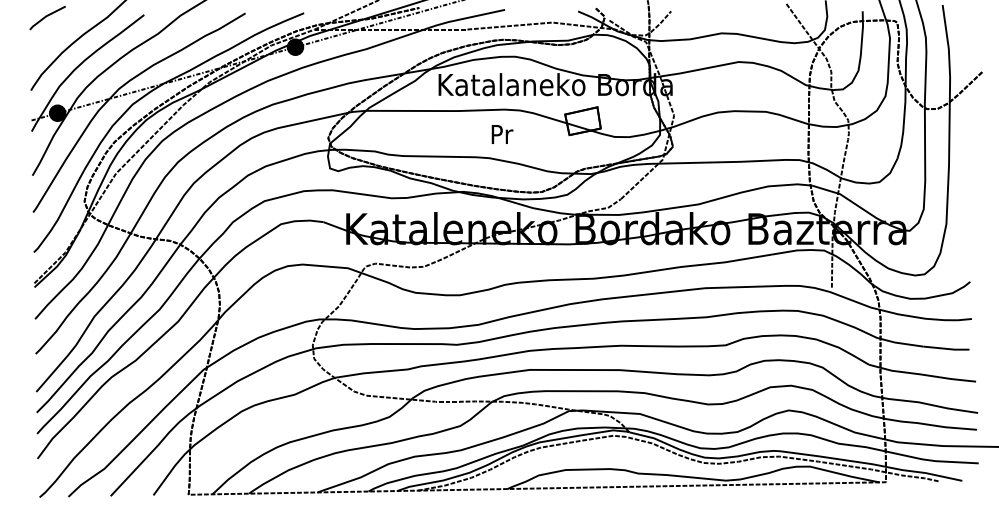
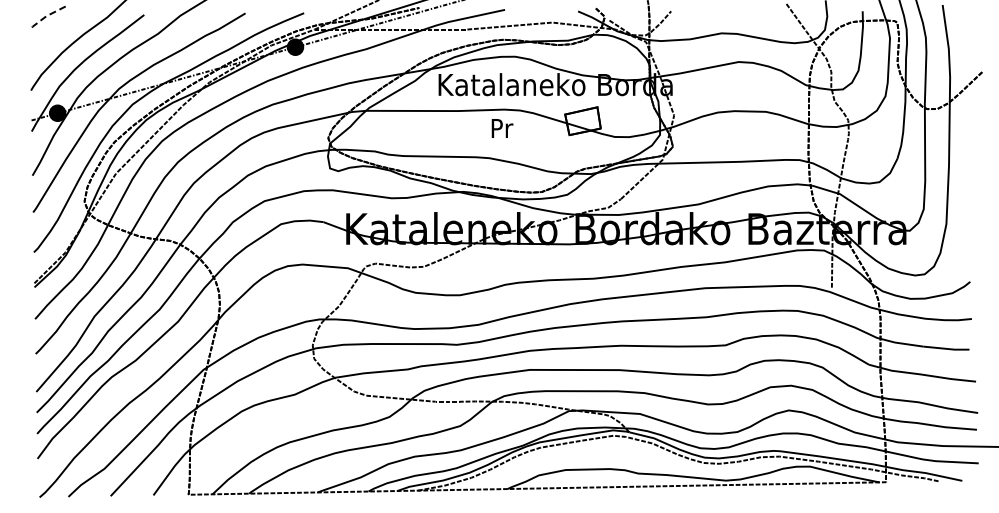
line at (45, 16): solid -> dashed
text at (502, 134) position: (502, 134) -> (502, 128)
